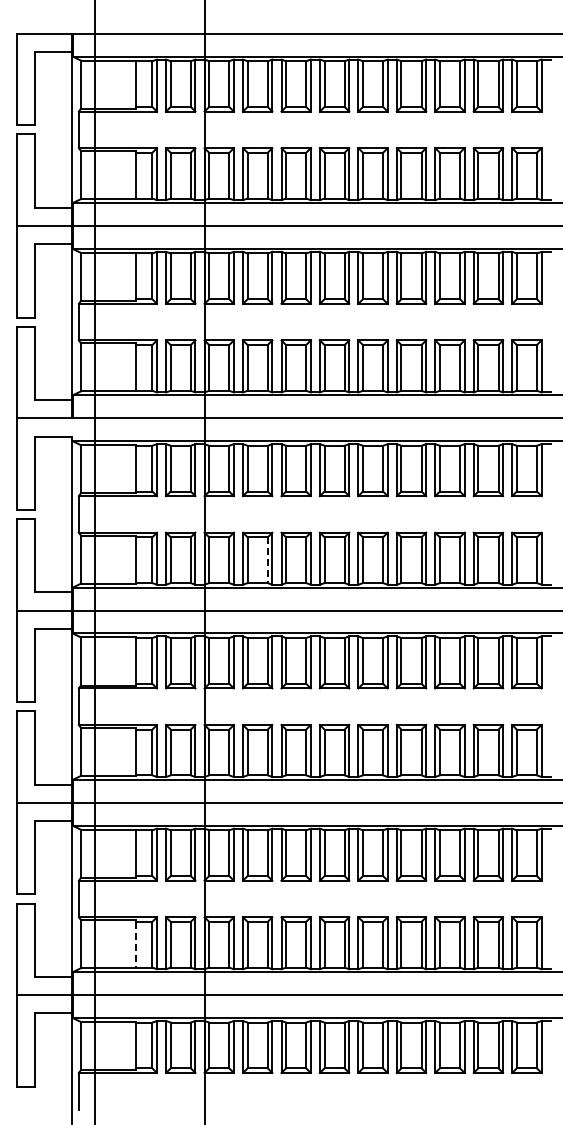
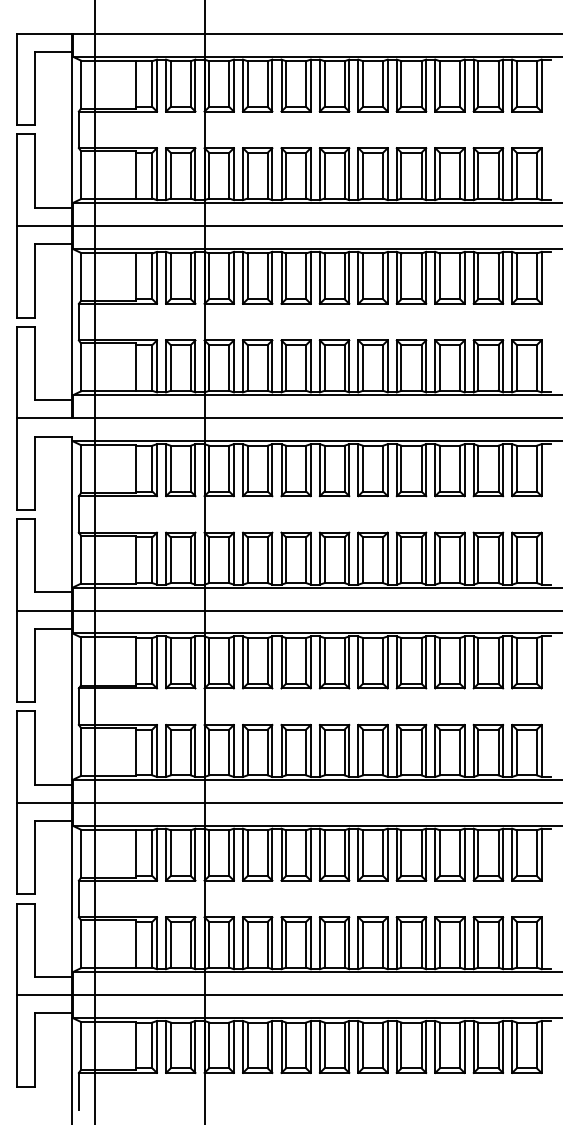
line at (267, 560): dashed -> solid
line at (135, 944): dashed -> solid
